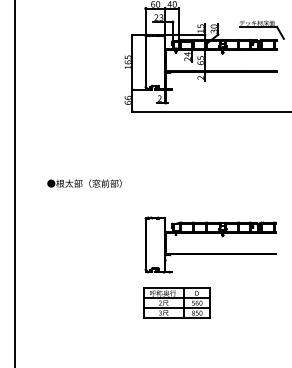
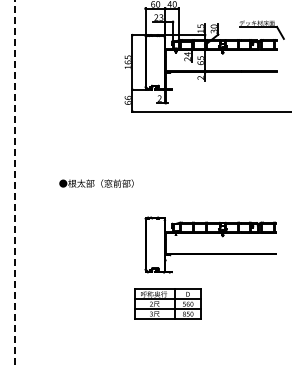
line at (14, 183): solid -> dashed
text at (84, 183) position: (84, 183) -> (96, 183)
part at (176, 302) position: (176, 302) -> (167, 303)
